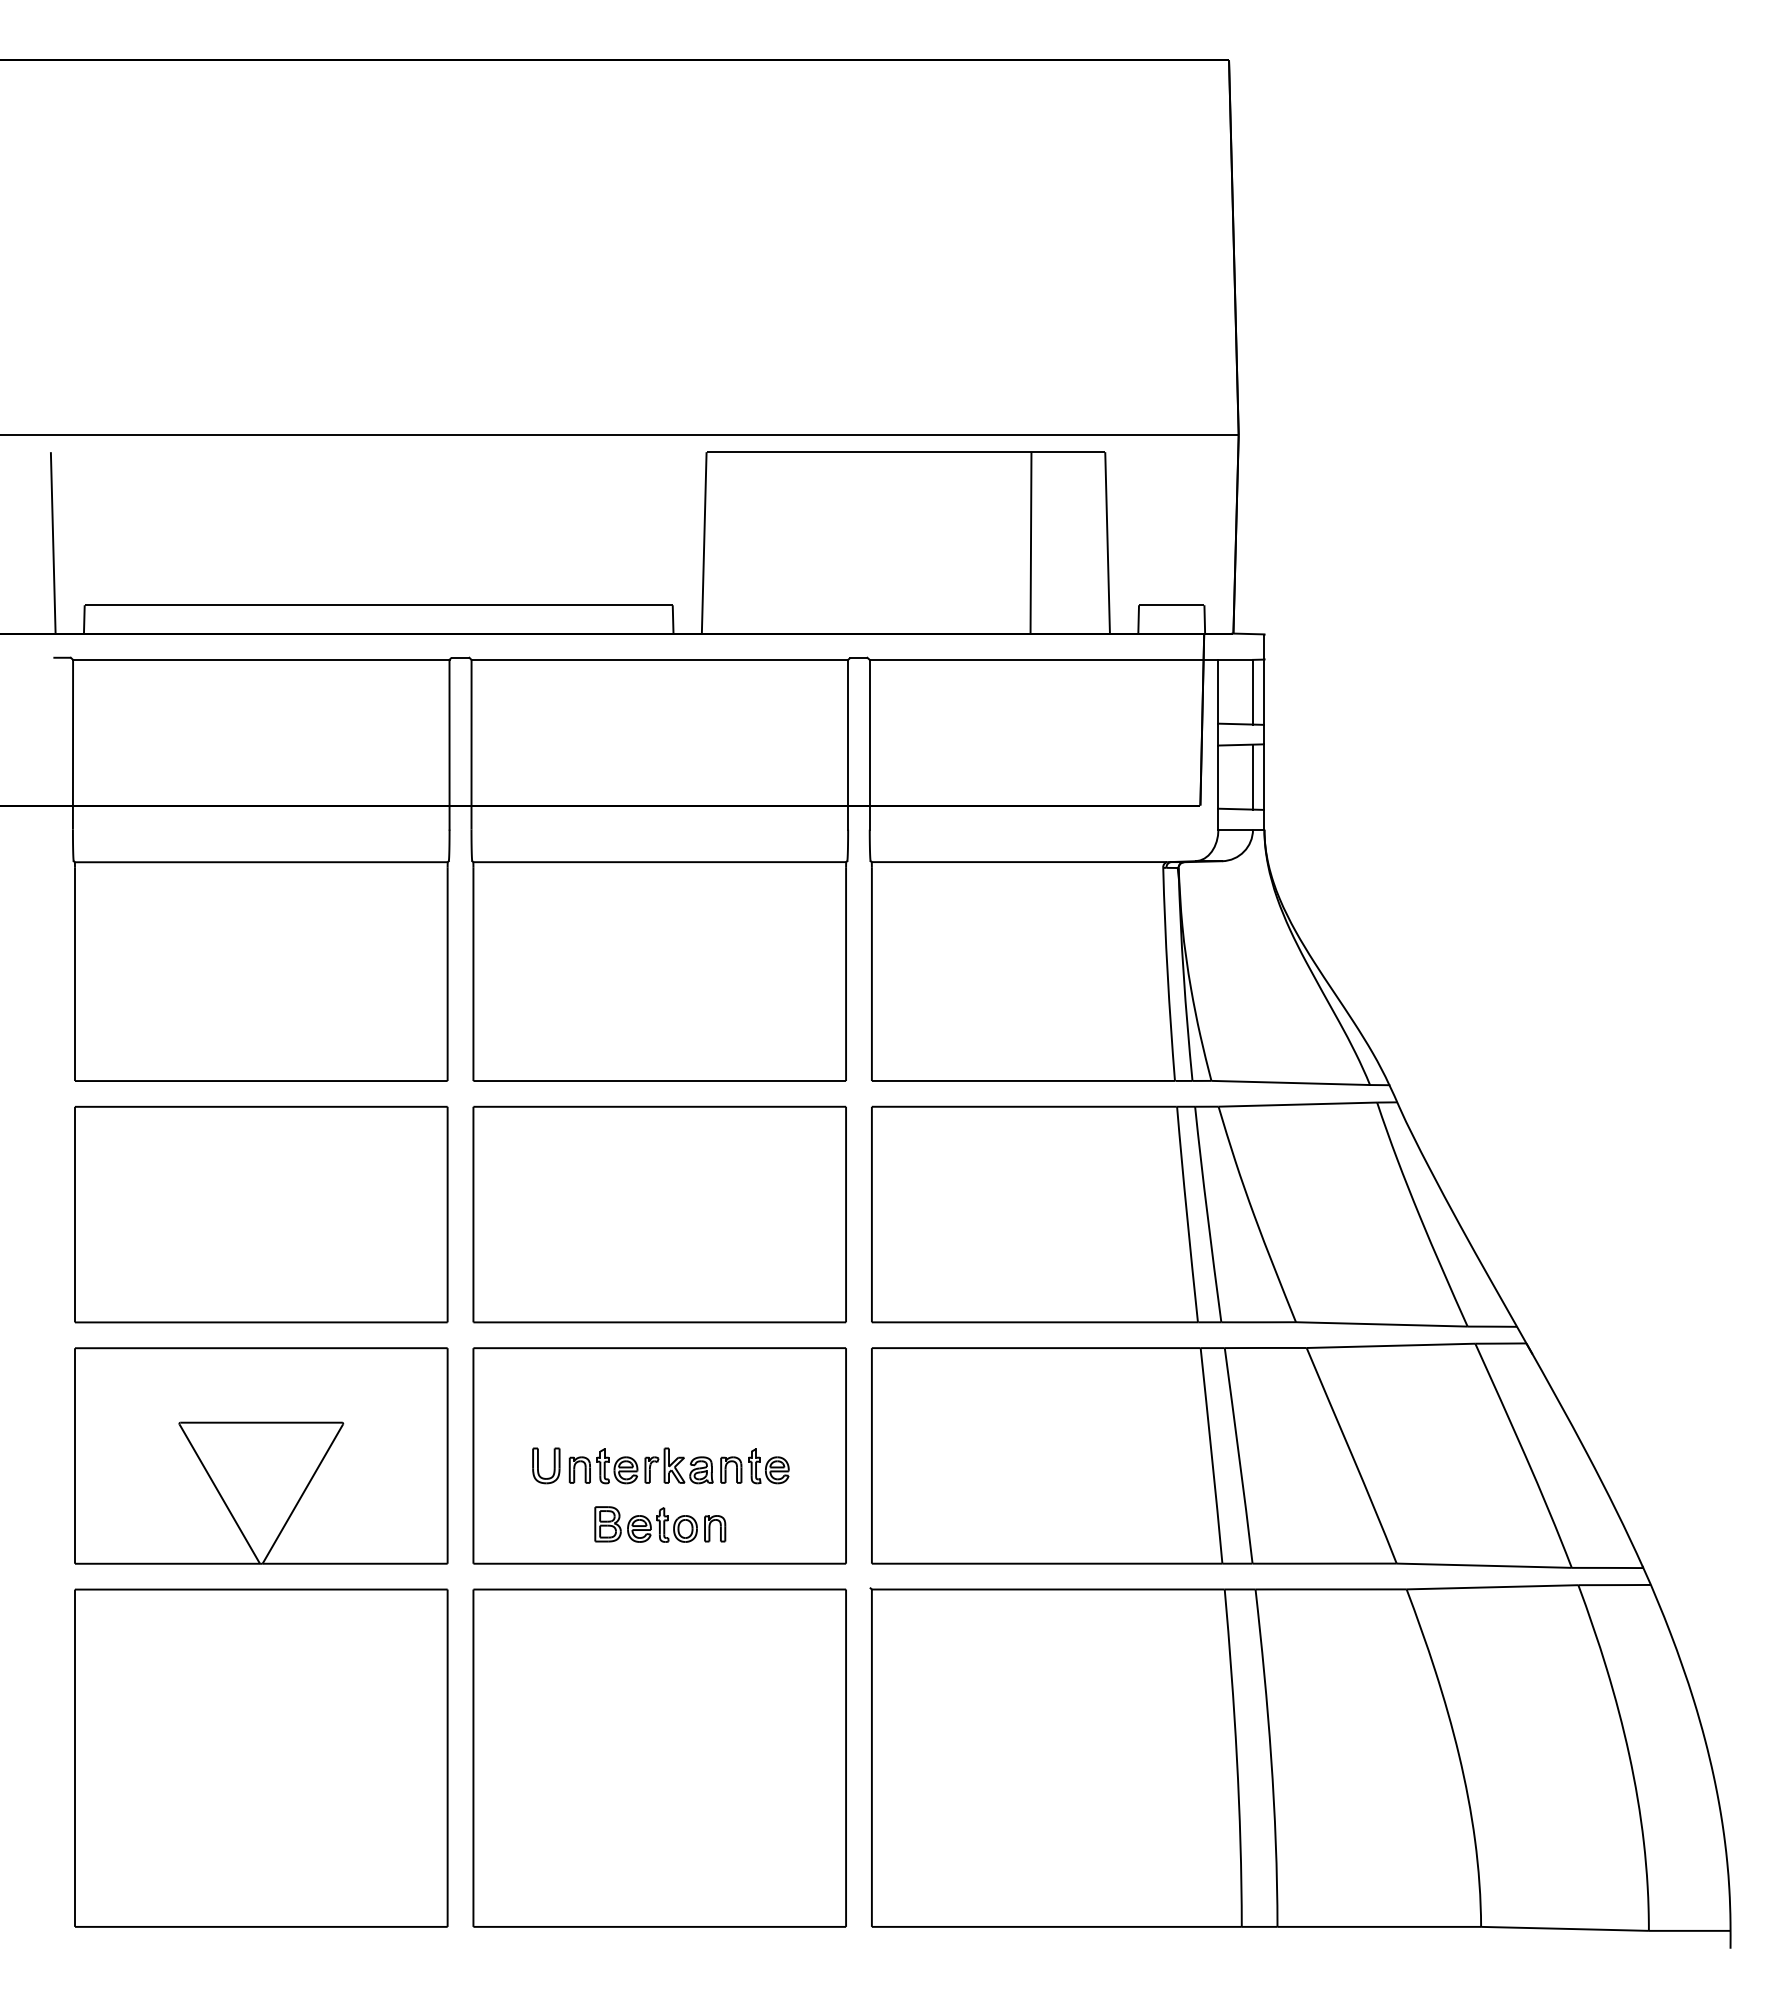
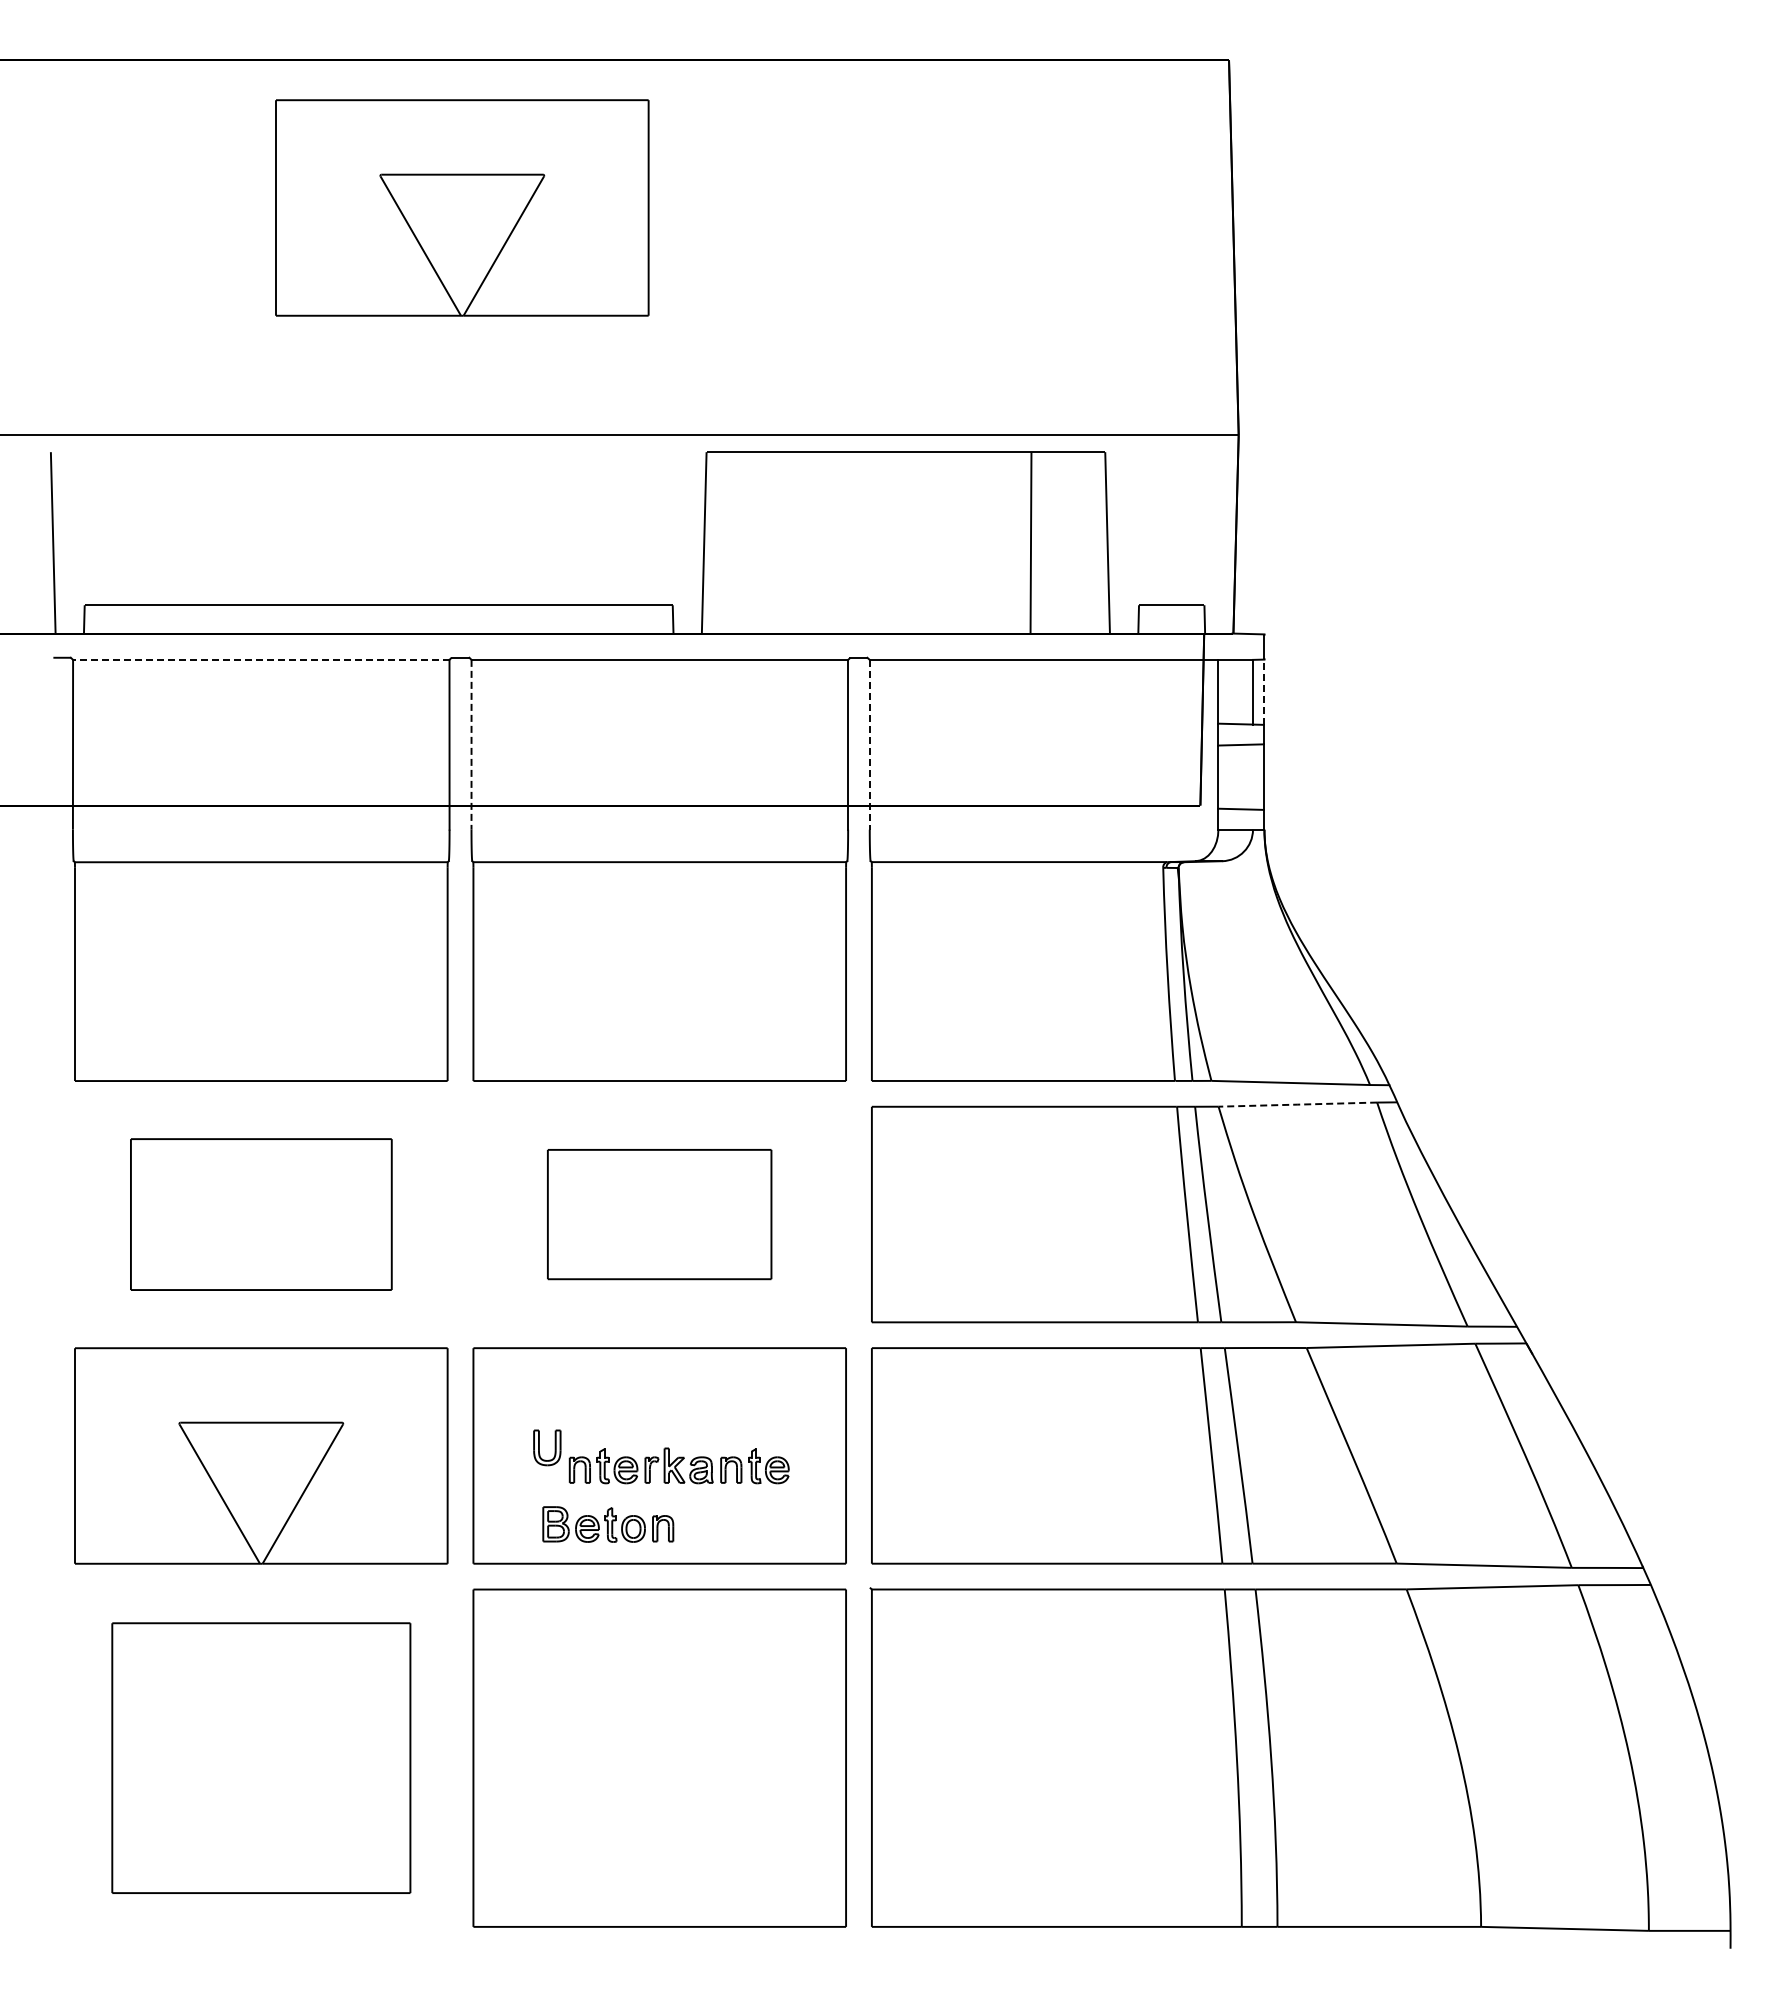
part at (462, 207): none -> present
line at (260, 659): solid -> dashed
line at (1264, 692): solid -> dashed
line at (471, 744): solid -> dashed
line at (869, 744): solid -> dashed
line at (1252, 776): present -> none
line at (1297, 1104): solid -> dashed
part at (261, 1214) size: 375x219 px -> 263x153 px
part at (659, 1214) size: 375x219 px -> 226x132 px
part at (553, 1465) position: (553, 1465) -> (554, 1447)
part at (660, 1524) position: (660, 1524) -> (608, 1524)
part at (261, 1757) size: 375x340 px -> 301x272 px
